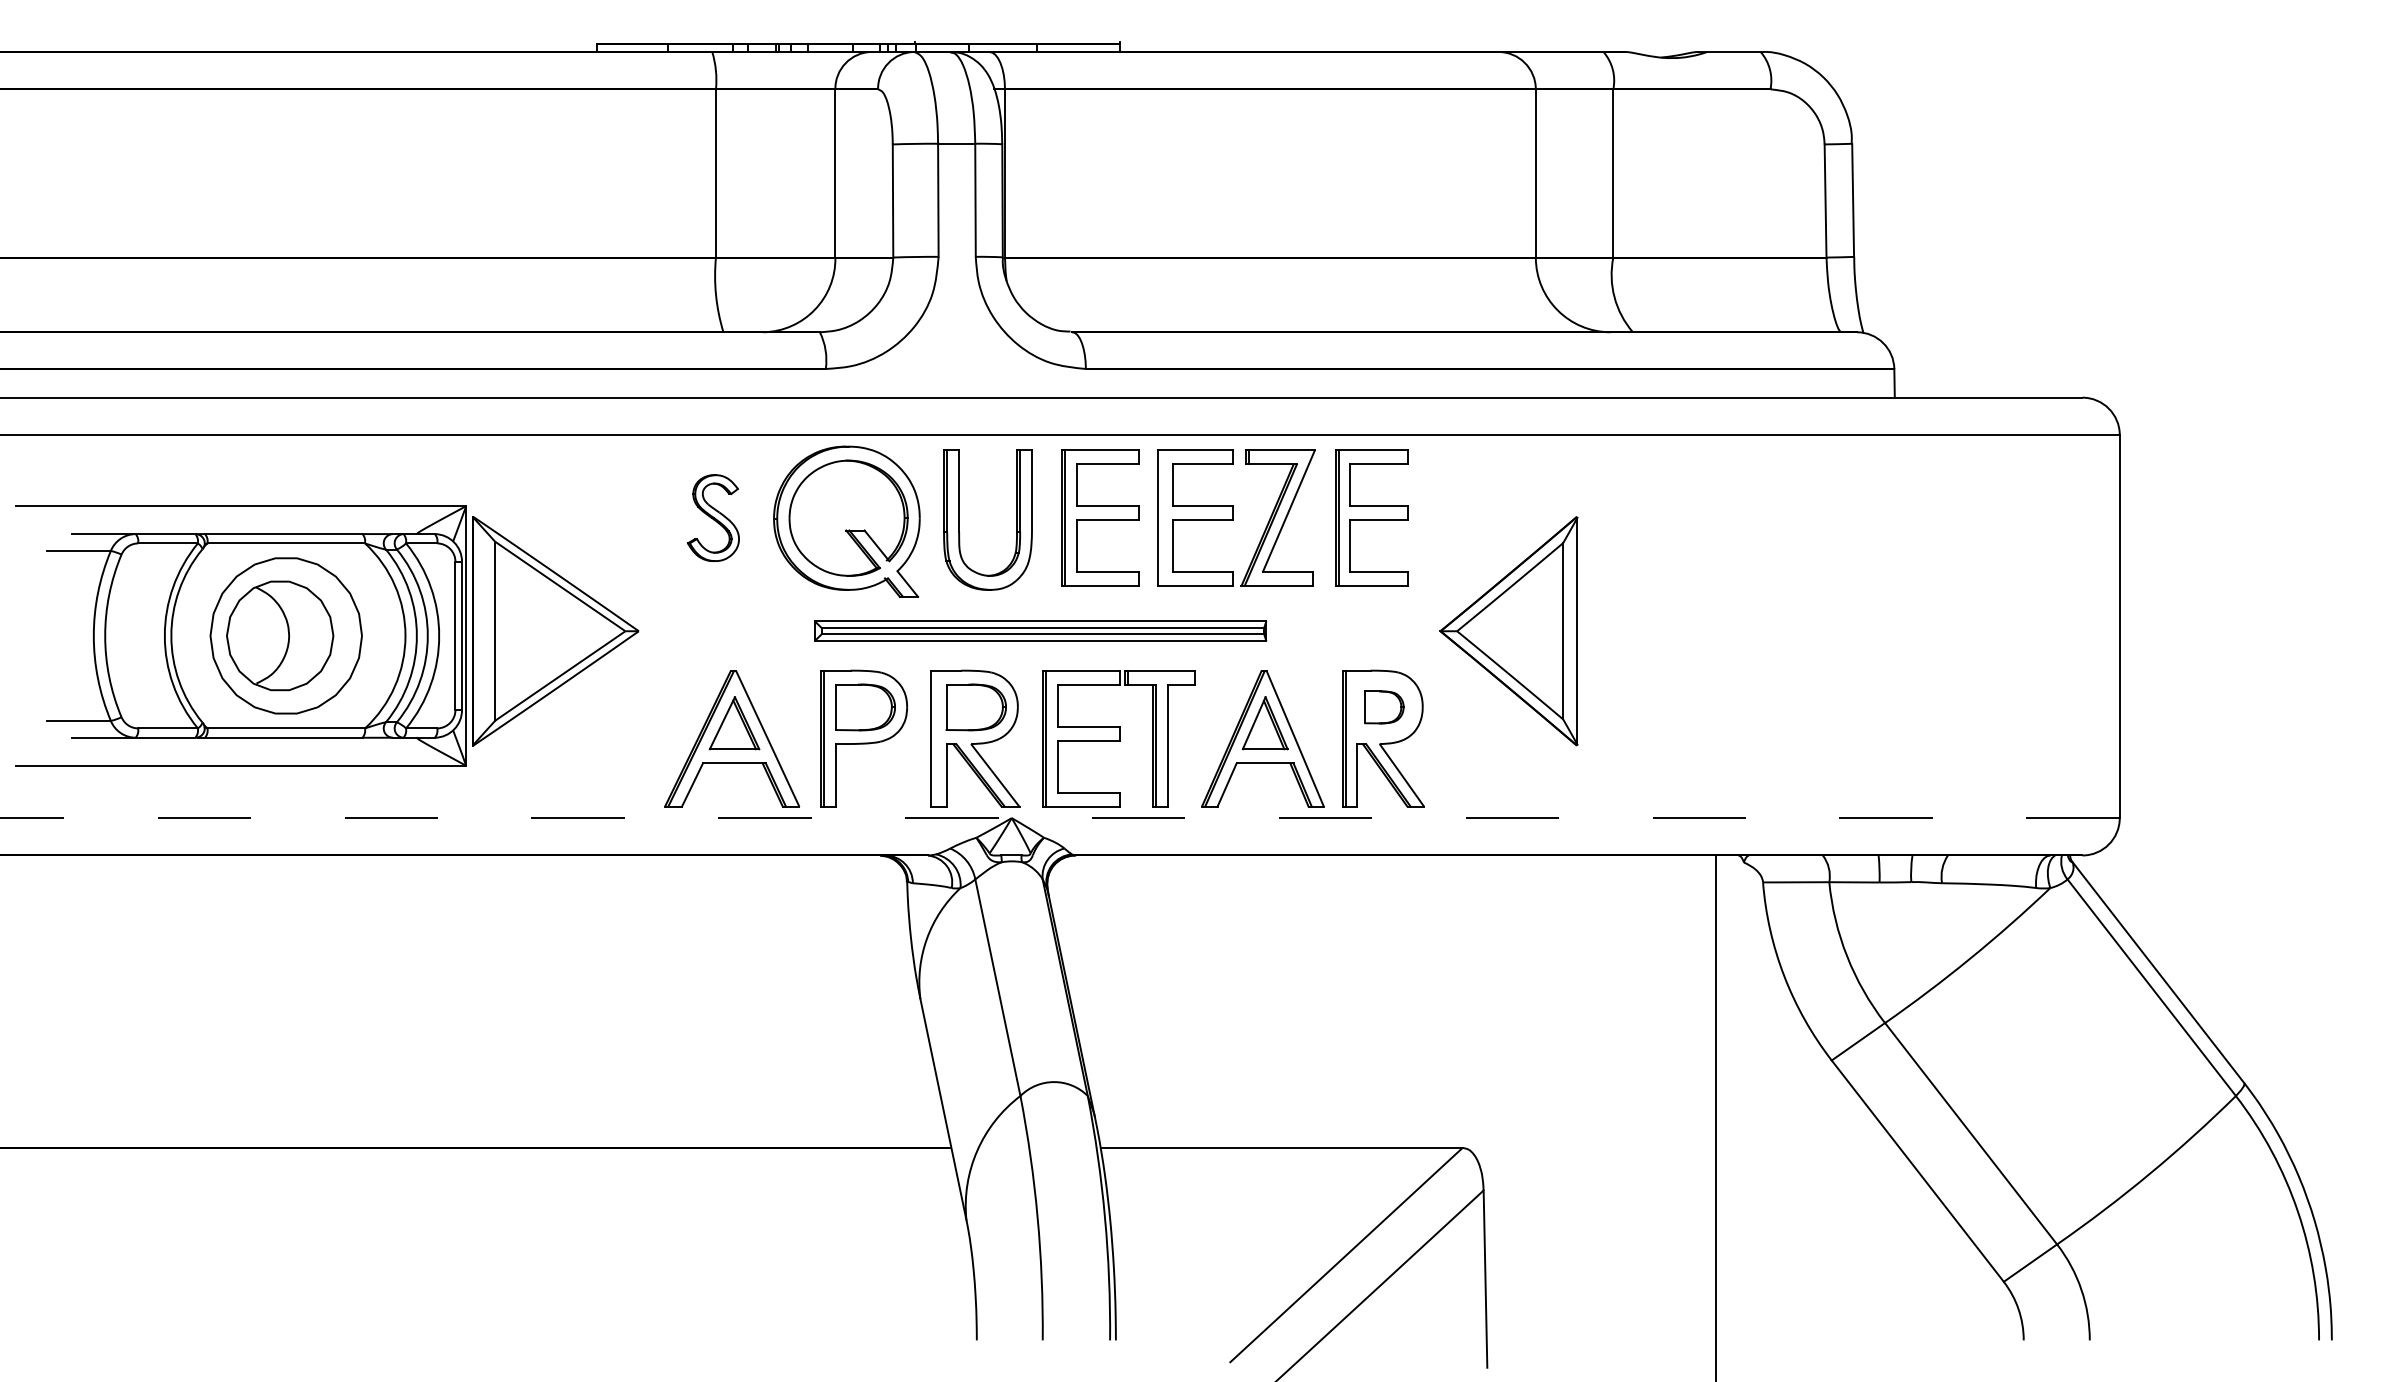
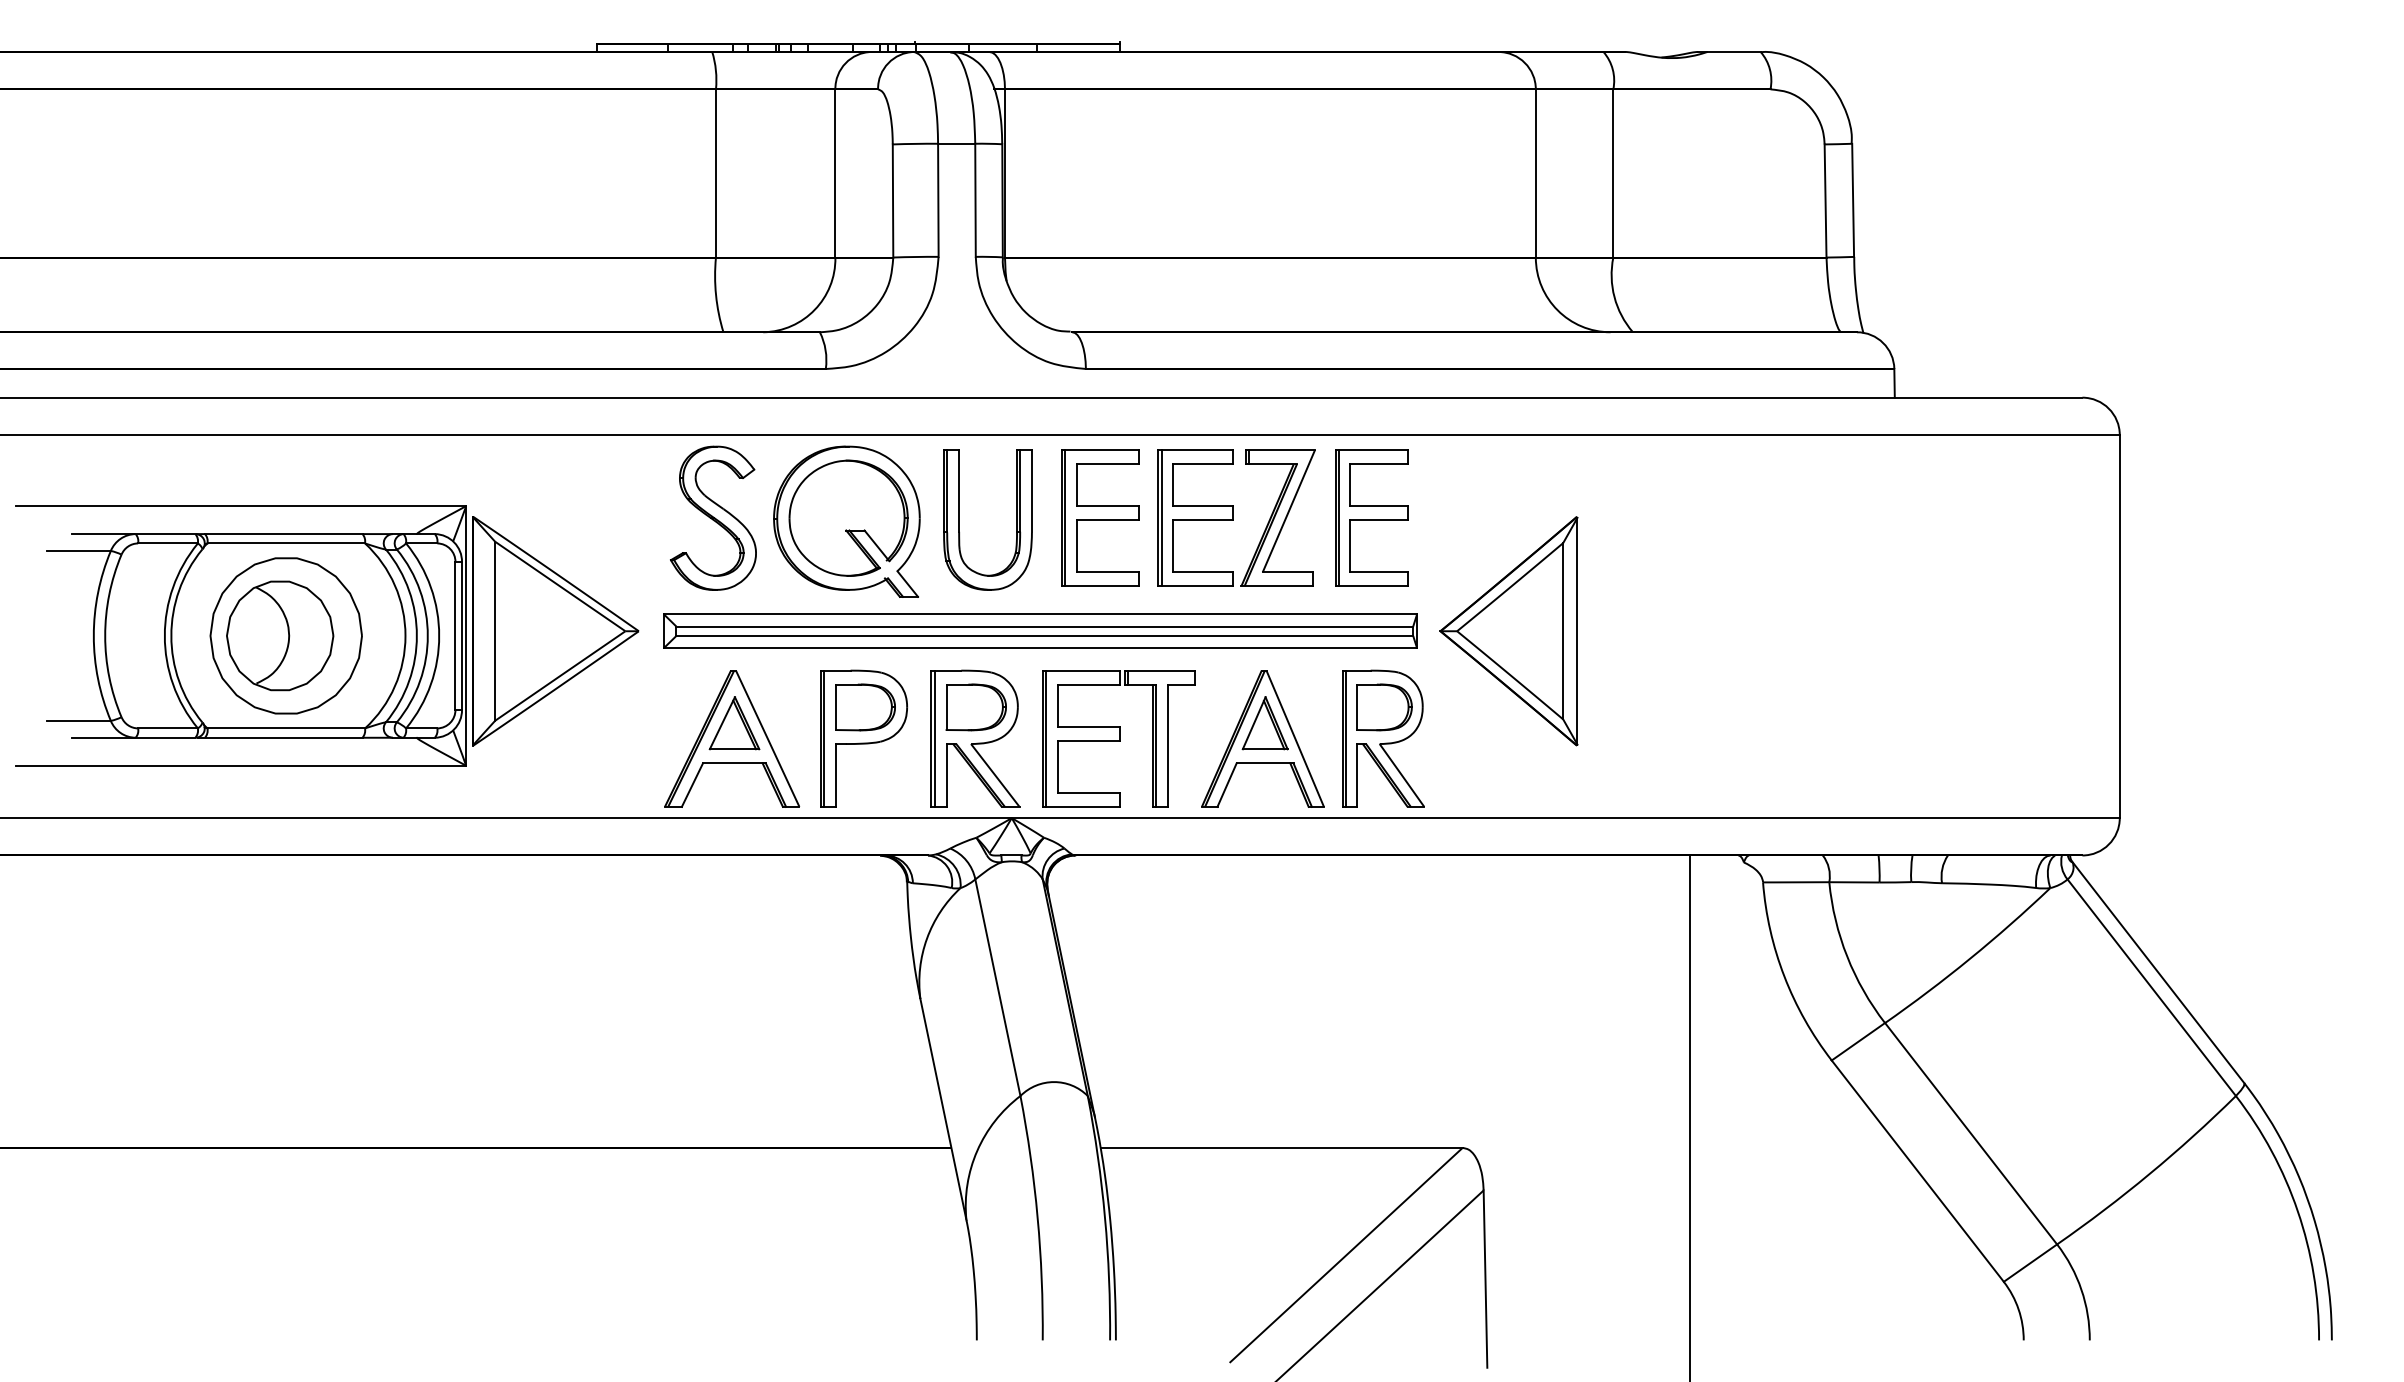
part at (713, 517) size: 53x88 px -> 87x146 px
line at (1161, 518): none -> present
part at (1040, 630) size: 454x22 px -> 755x36 px
part at (1384, 707) size: 41x35 px -> 57x49 px
line at (934, 738): none -> present
line at (1059, 818): dashed -> solid
line at (1716, 1116) position: (1716, 1116) -> (1690, 1116)
